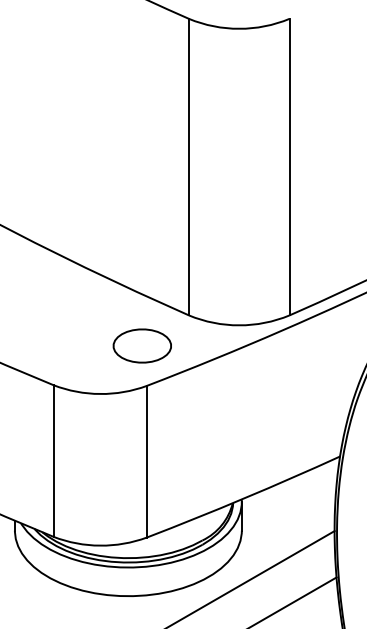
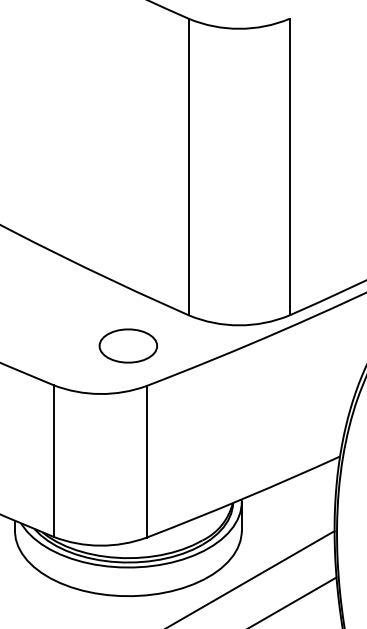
part at (141, 345) position: (141, 345) -> (127, 345)
